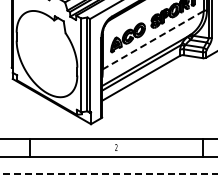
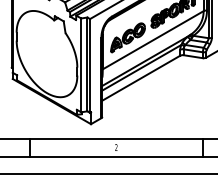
line at (152, 40): dashed -> solid
line at (109, 173): dashed -> solid
